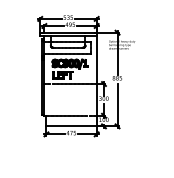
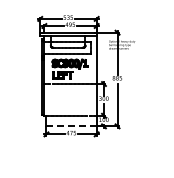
line at (72, 126): solid -> dashed
